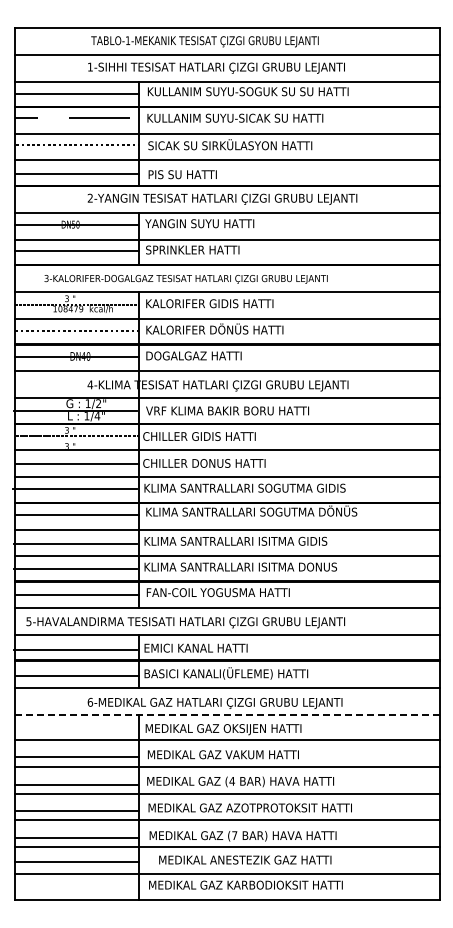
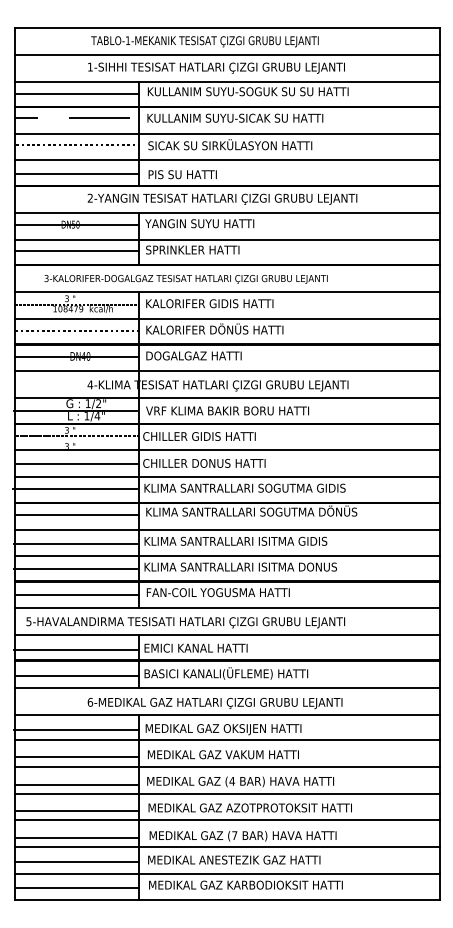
line at (226, 714): dashed -> solid
line at (75, 730): none -> present
text at (245, 859) position: (245, 859) -> (234, 859)
line at (77, 887): none -> present
